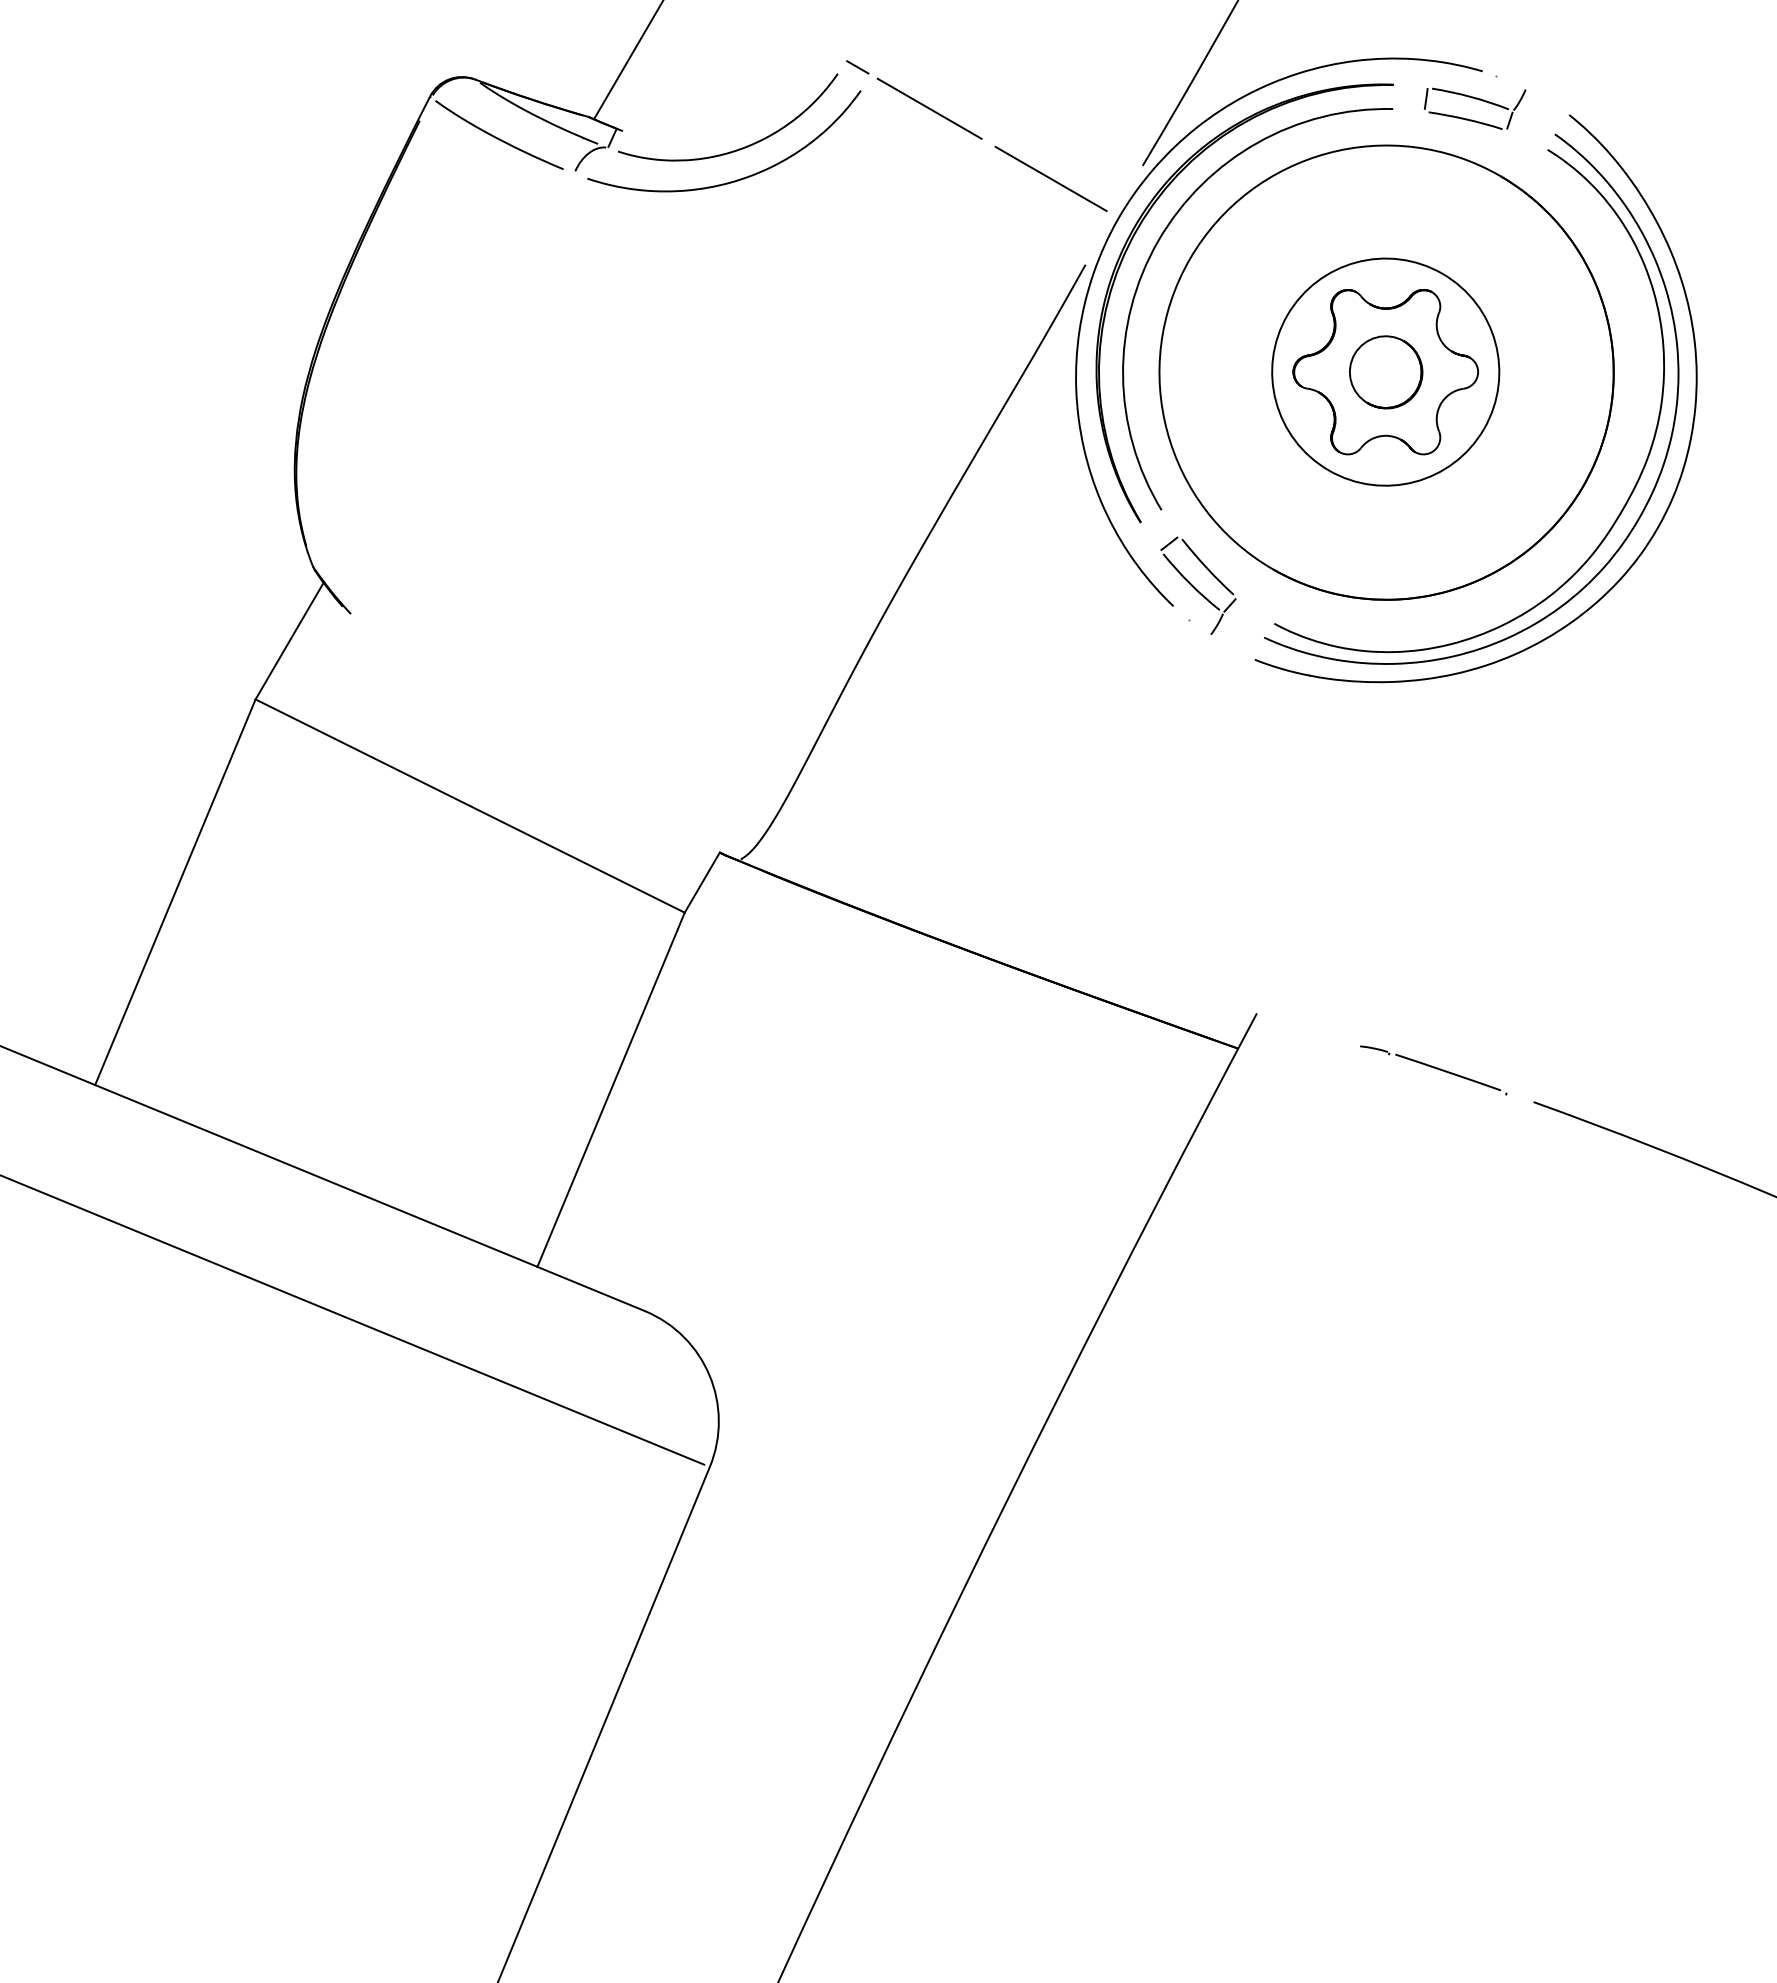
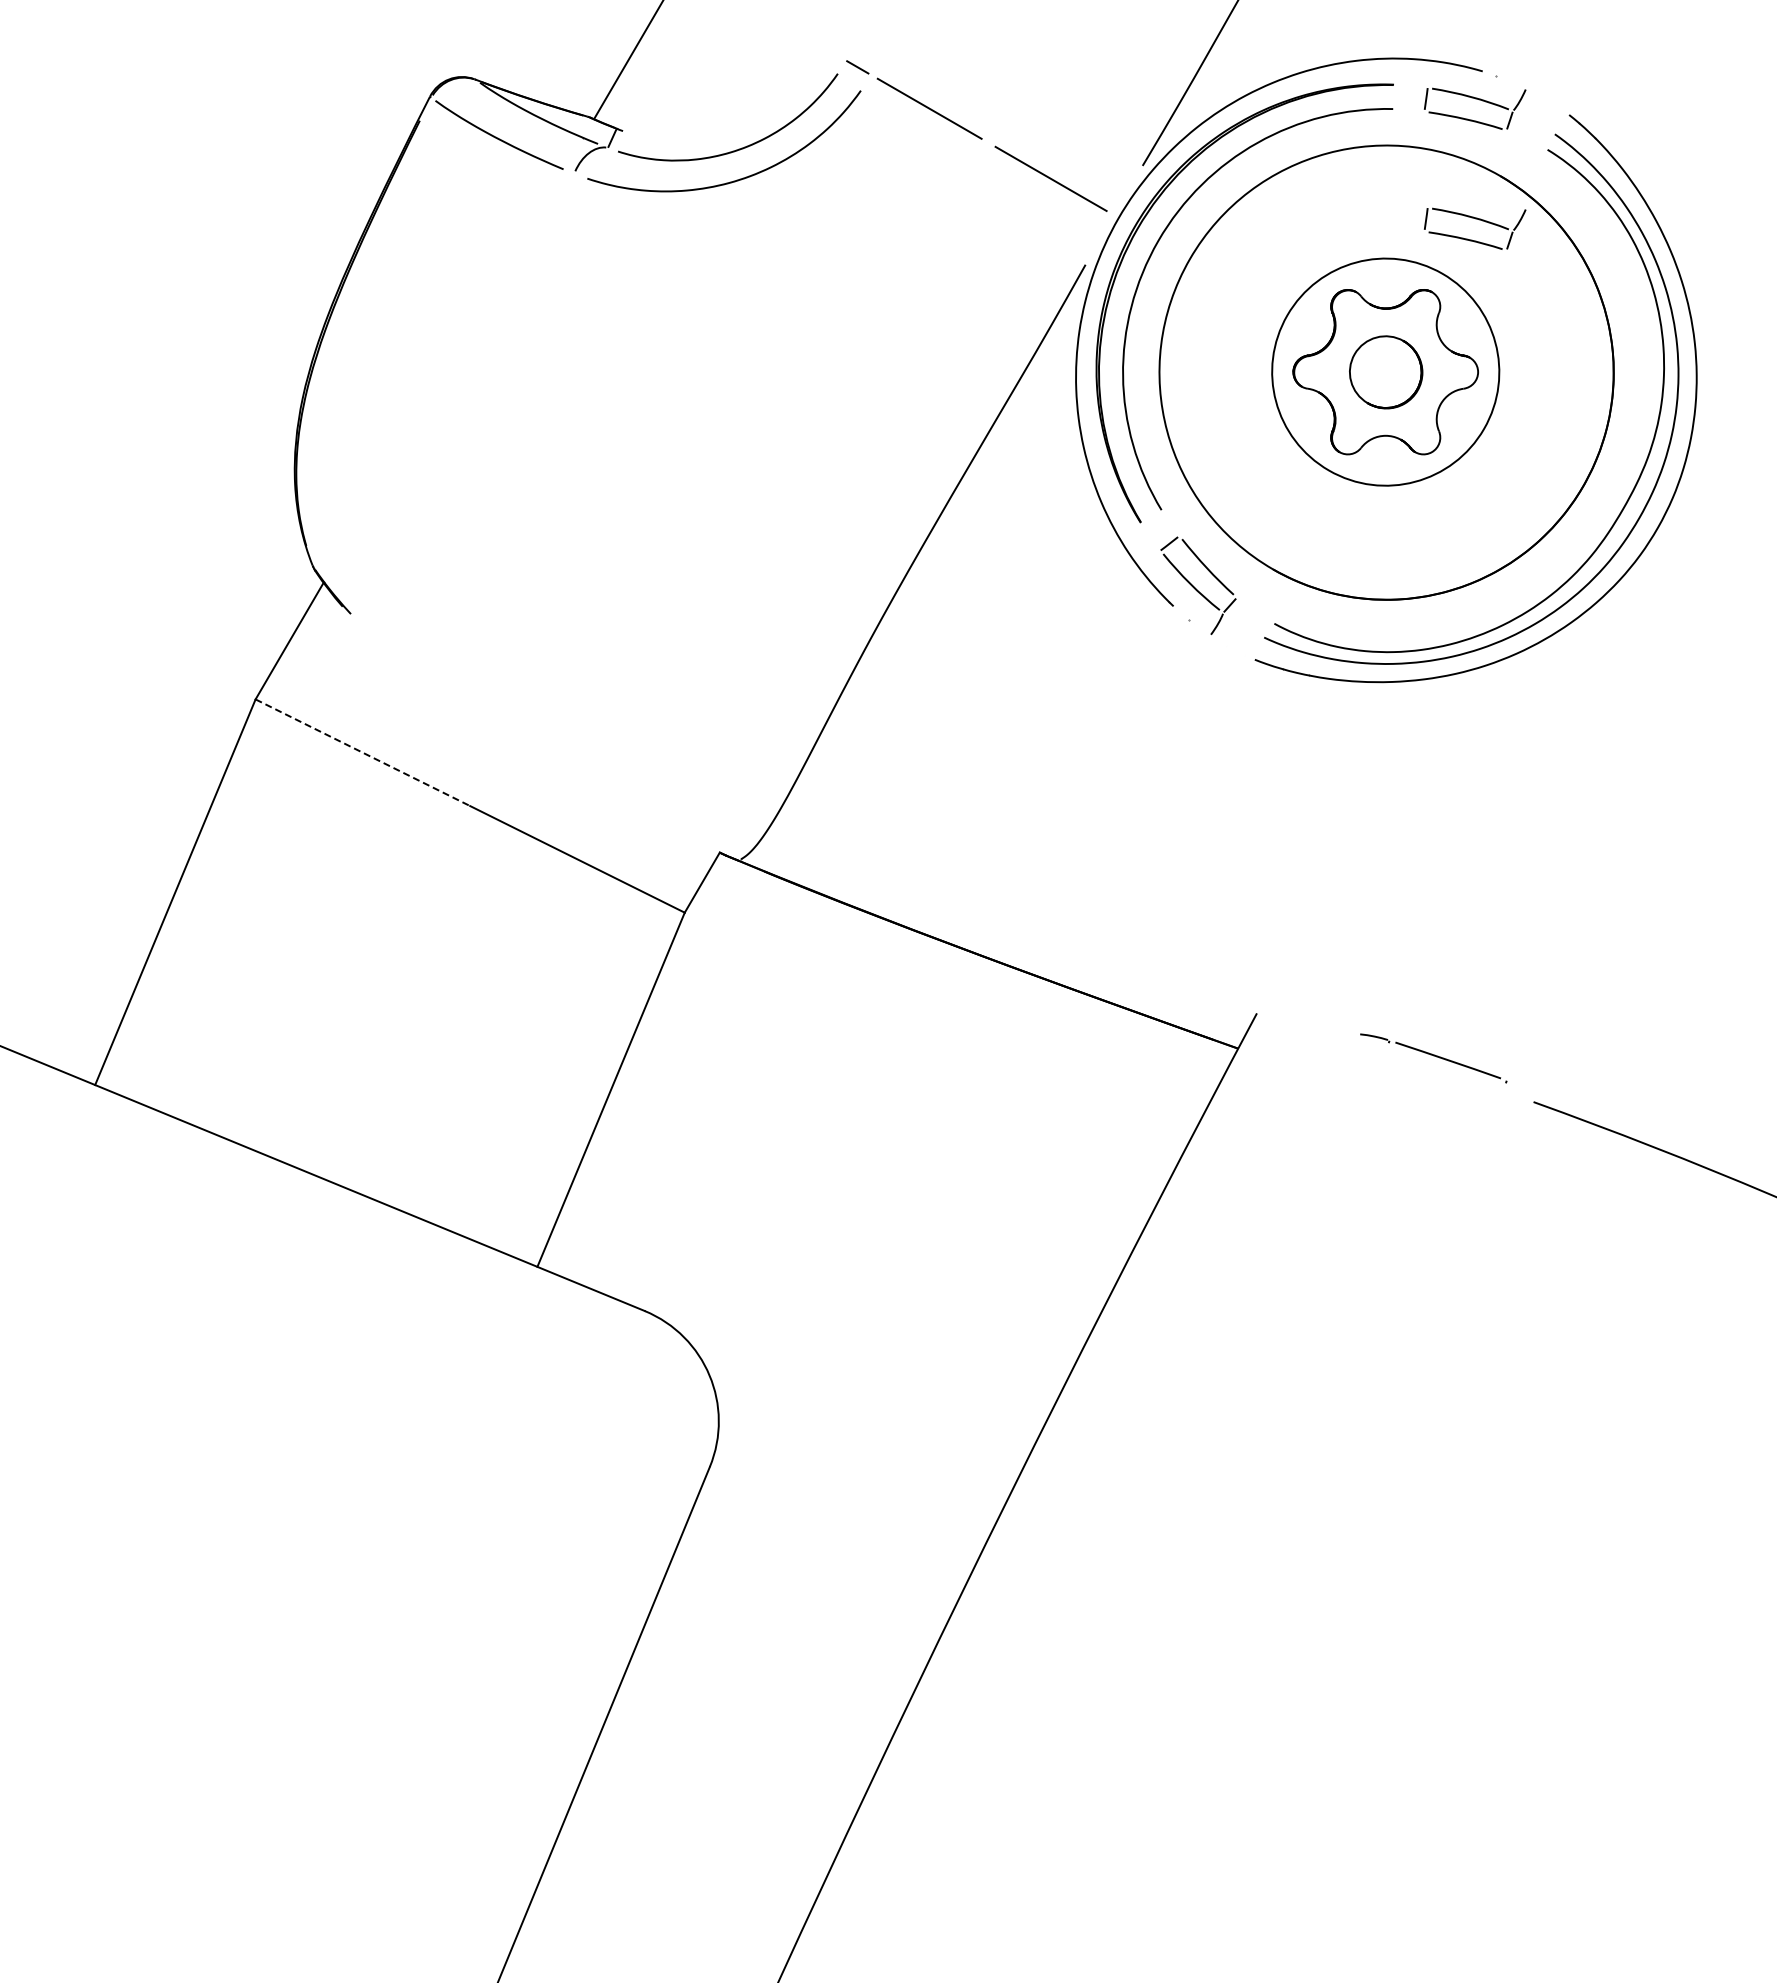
part at (1479, 220): none -> present
line at (362, 752): solid -> dashed
part at (1433, 1070) position: (1433, 1070) -> (1433, 1058)
line at (353, 1320): present -> none
